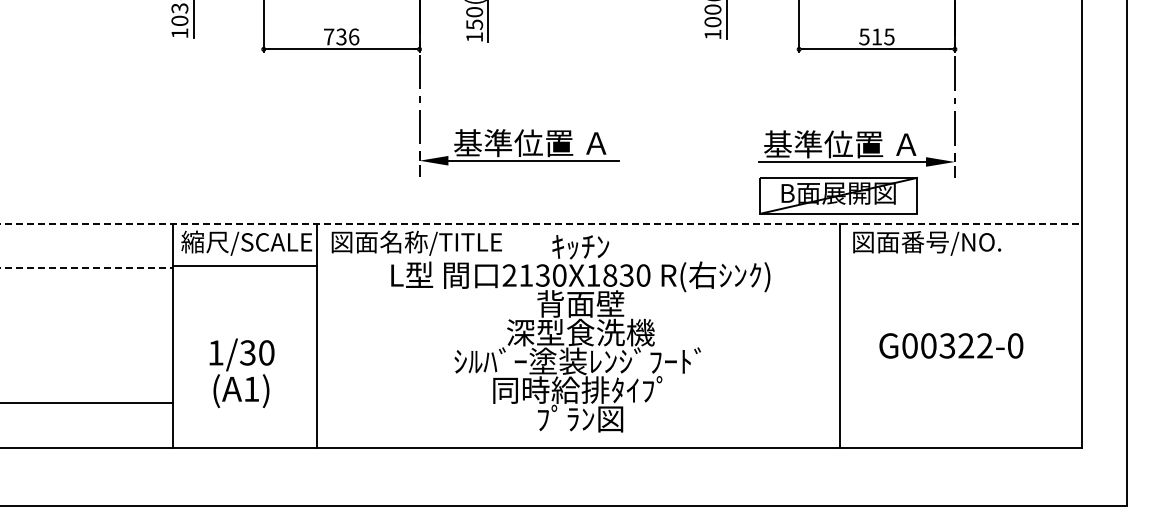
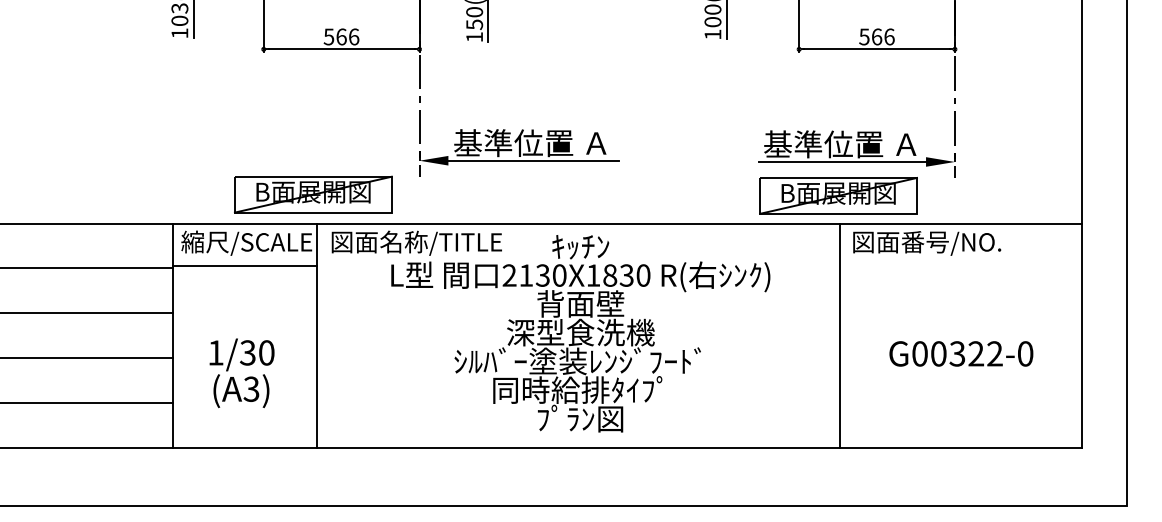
text at (334, 36): 736 -> 566
text at (883, 36): 515 -> 566
part at (313, 194): none -> present
line at (541, 223): dashed -> solid
line at (86, 268): dashed -> solid
line at (87, 313): none -> present
text at (951, 345) position: (951, 345) -> (961, 353)
line at (87, 358): none -> present
text at (251, 388): (A1) -> (A3)
